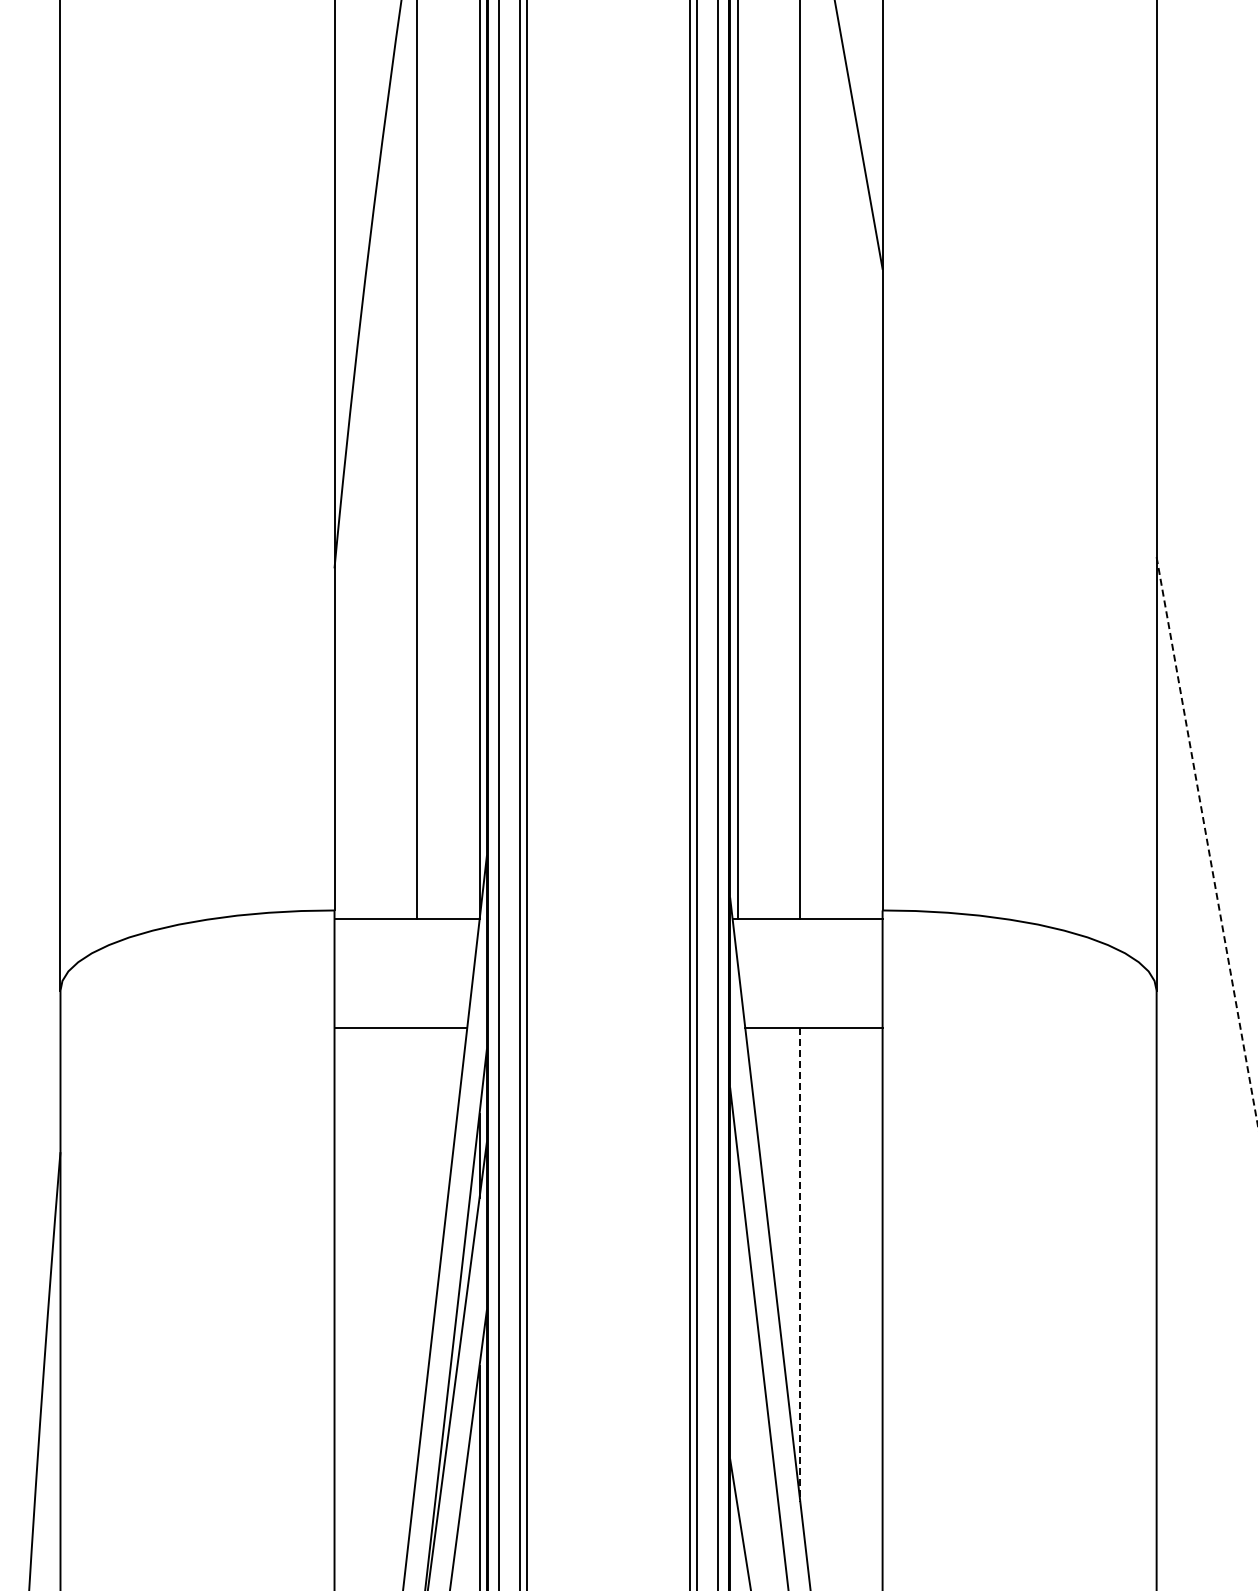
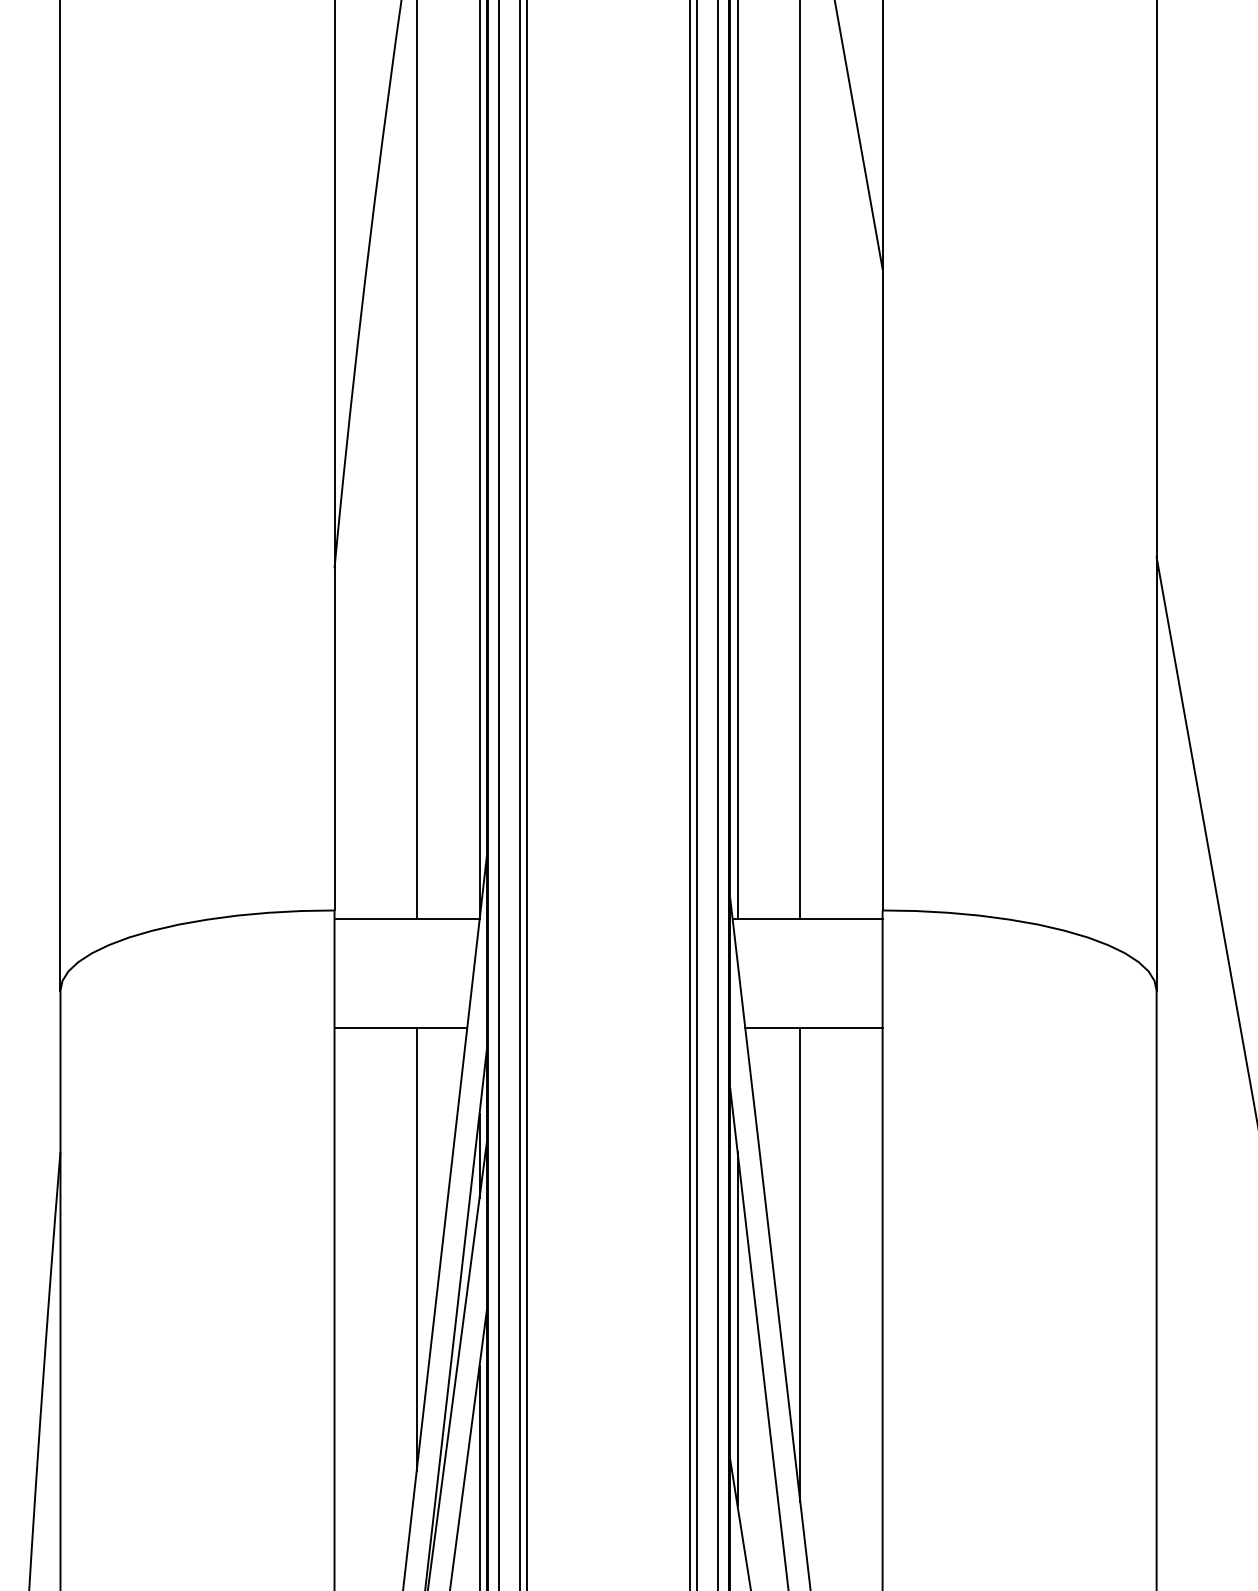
line at (1207, 841): dashed -> solid
line at (416, 1249): none -> present
line at (800, 1265): dashed -> solid
line at (737, 1328): none -> present
